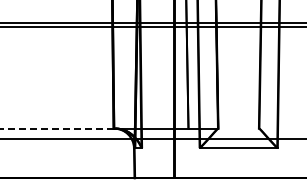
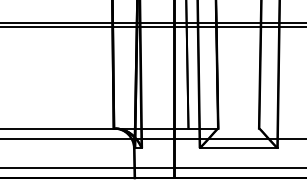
line at (57, 128): dashed -> solid
line at (152, 168): none -> present
